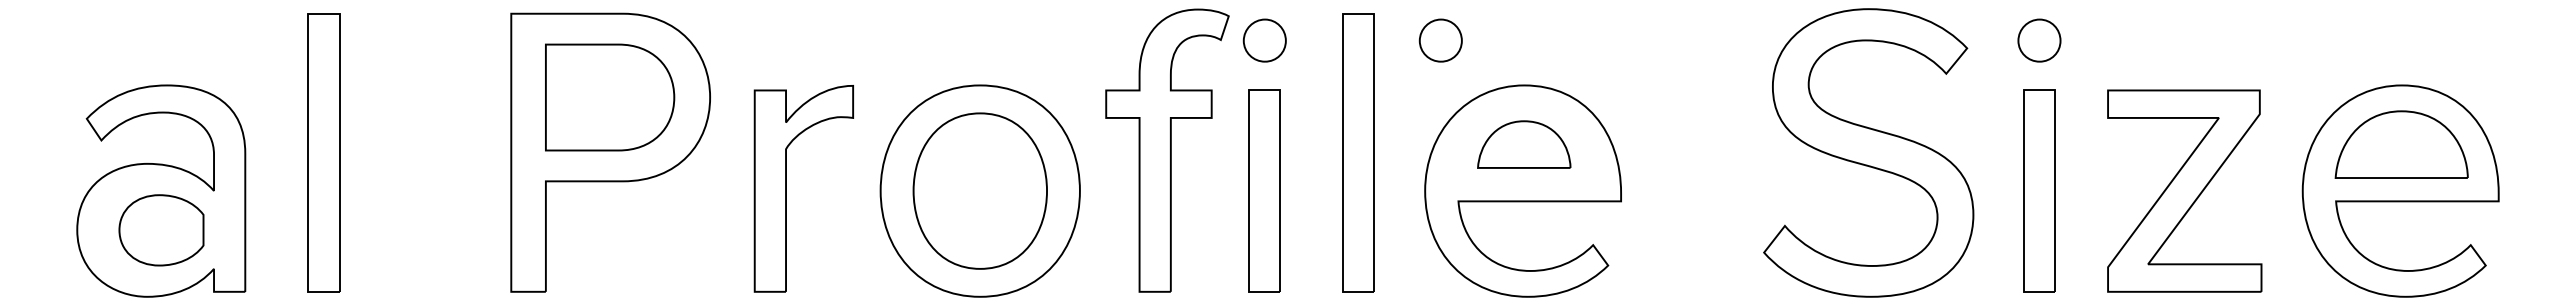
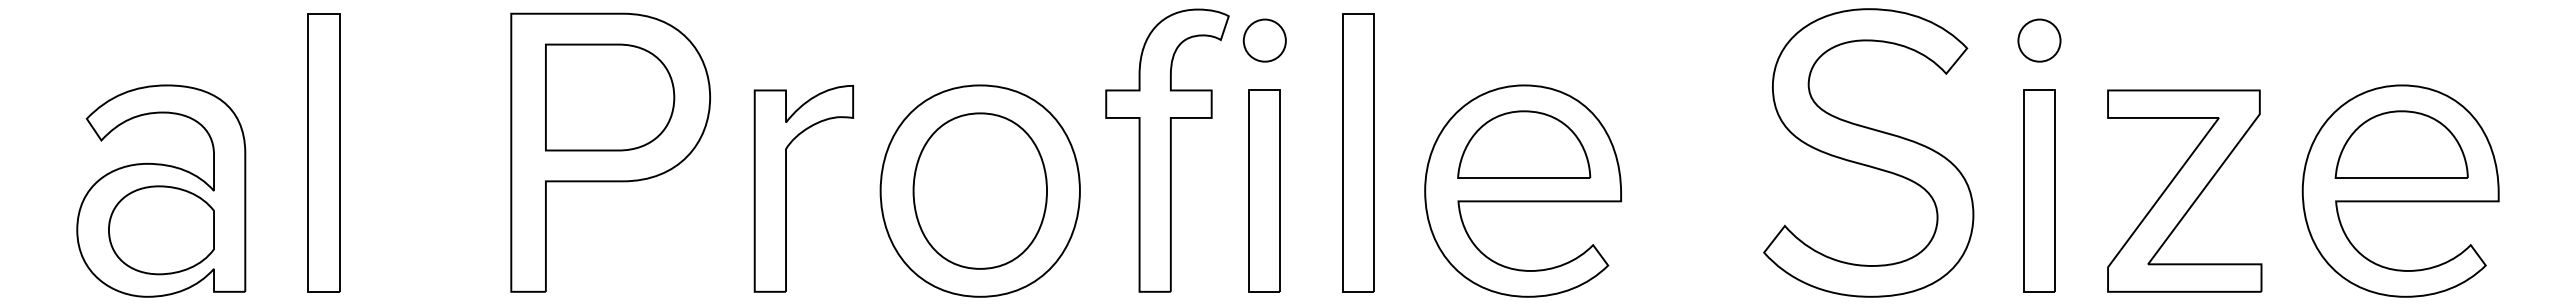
part at (1440, 40): present -> none
part at (1524, 144) size: 95x49 px -> 135x69 px
part at (161, 230) size: 87x73 px -> 107x91 px
